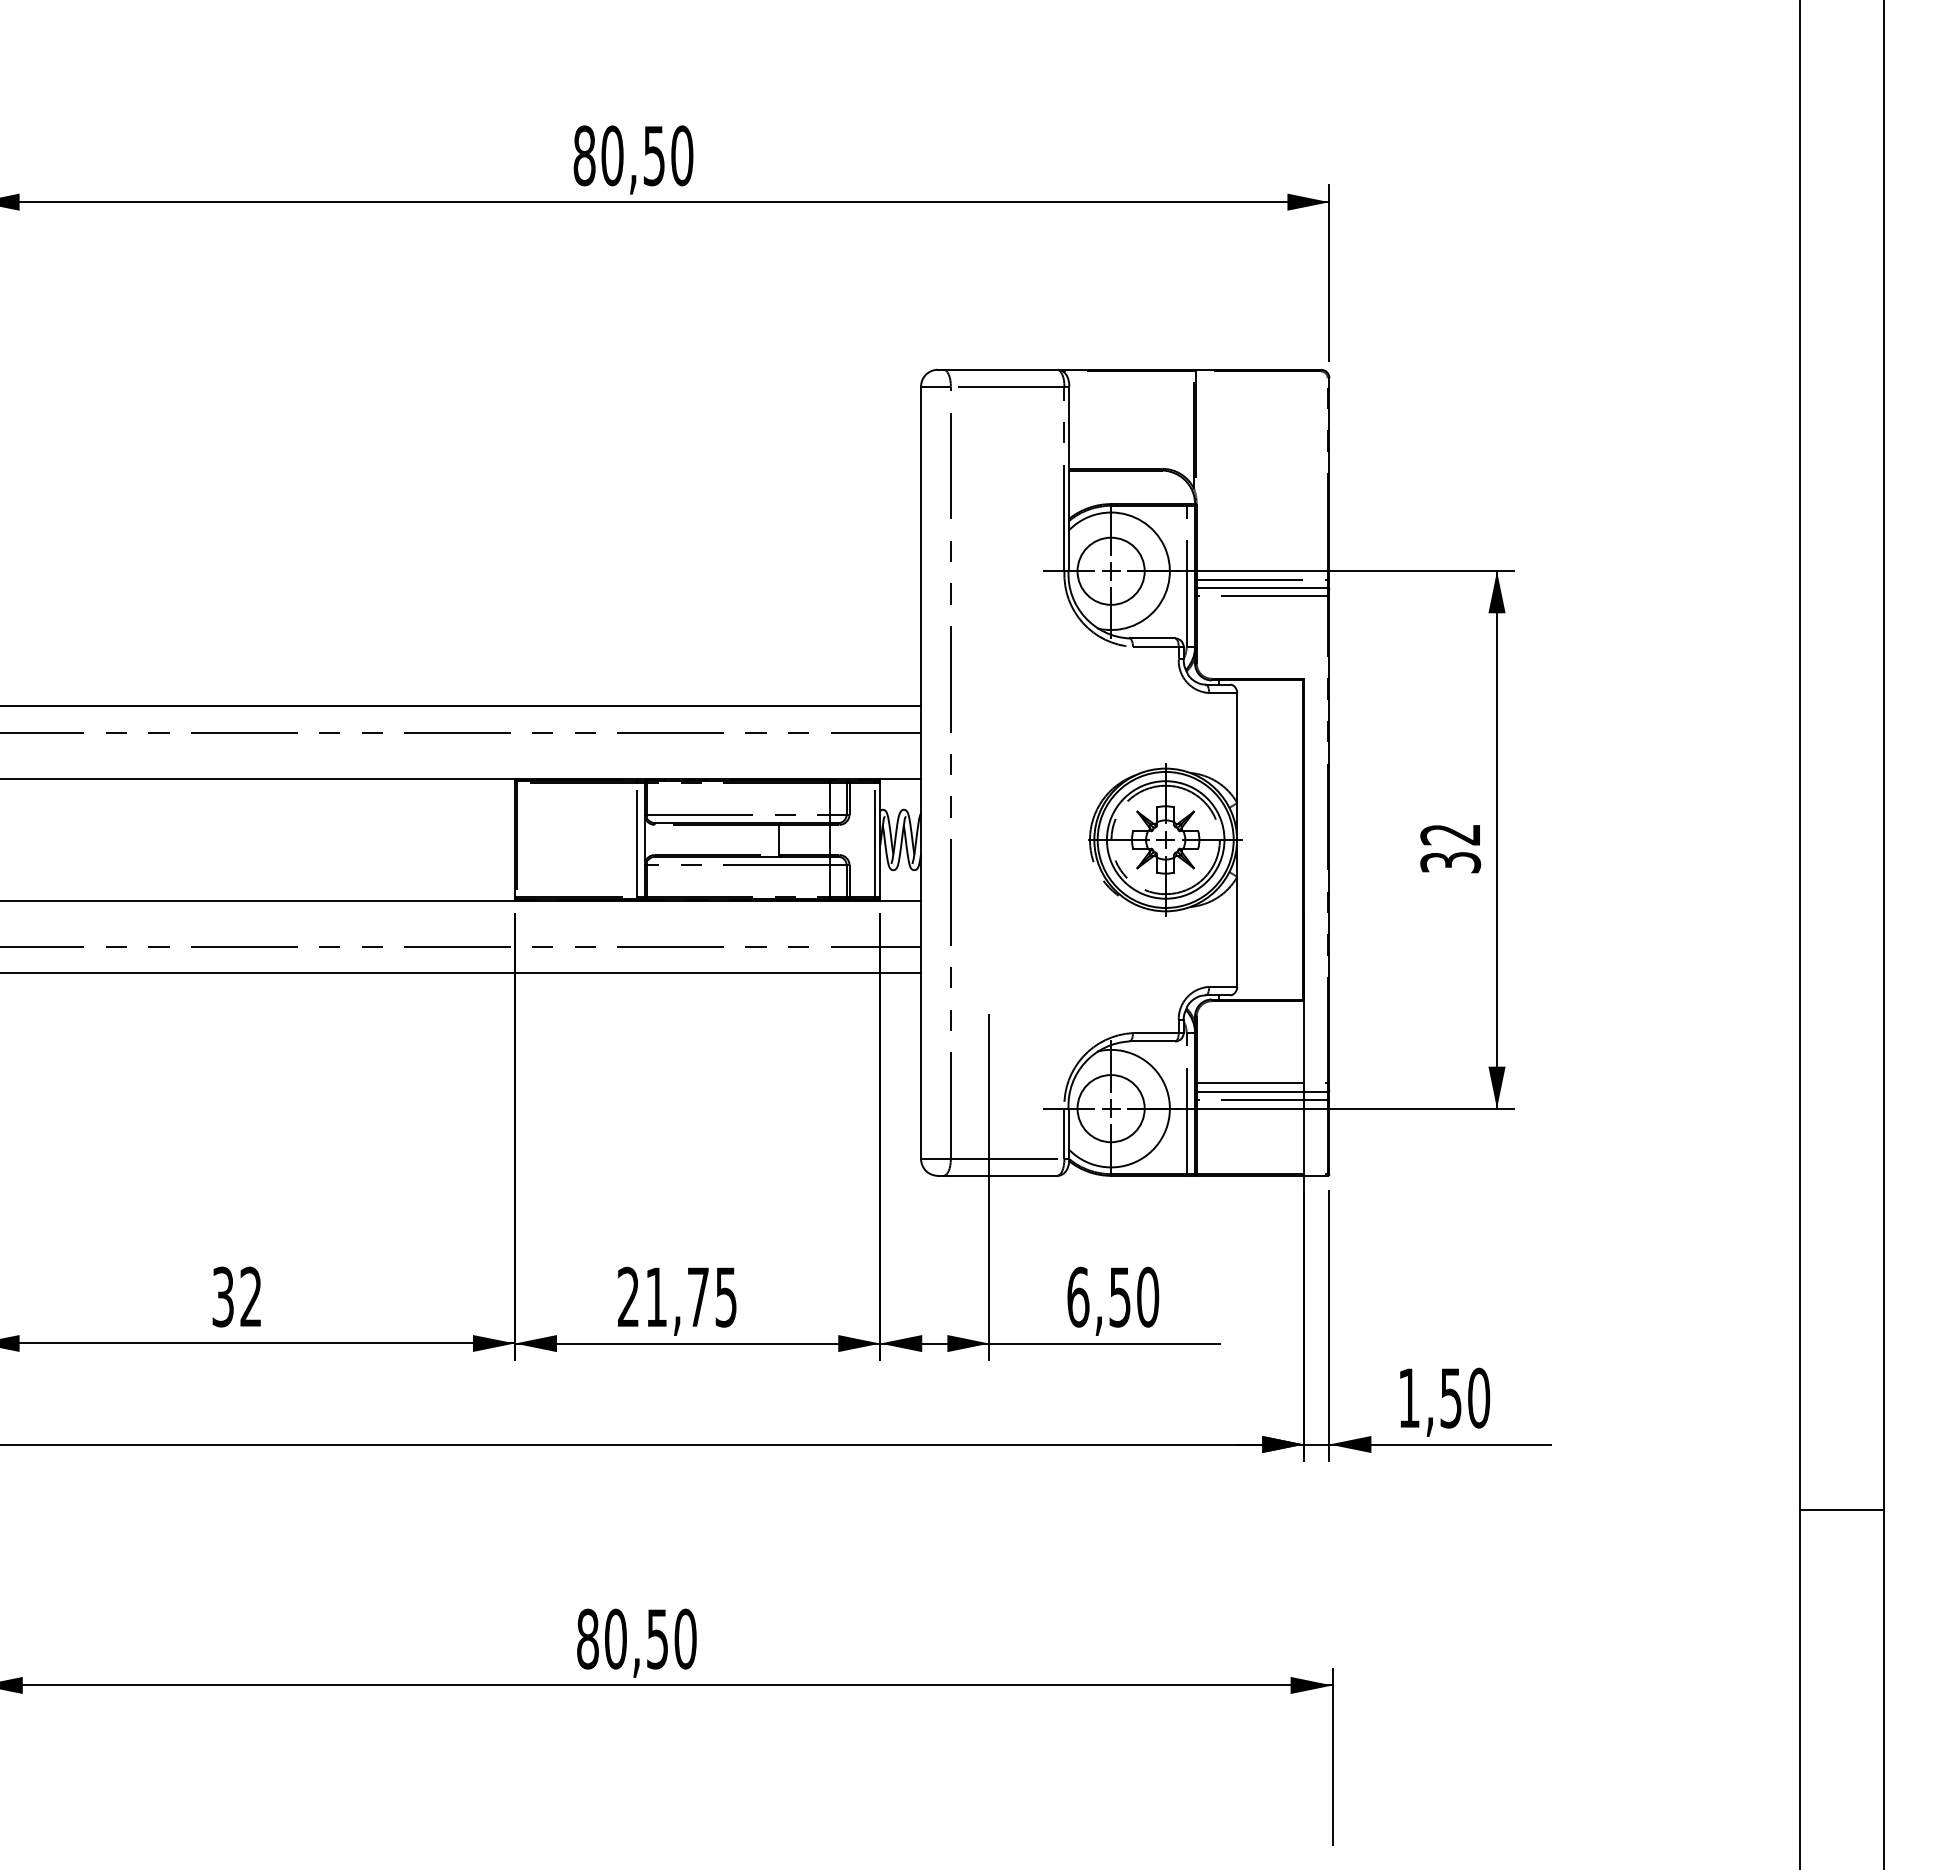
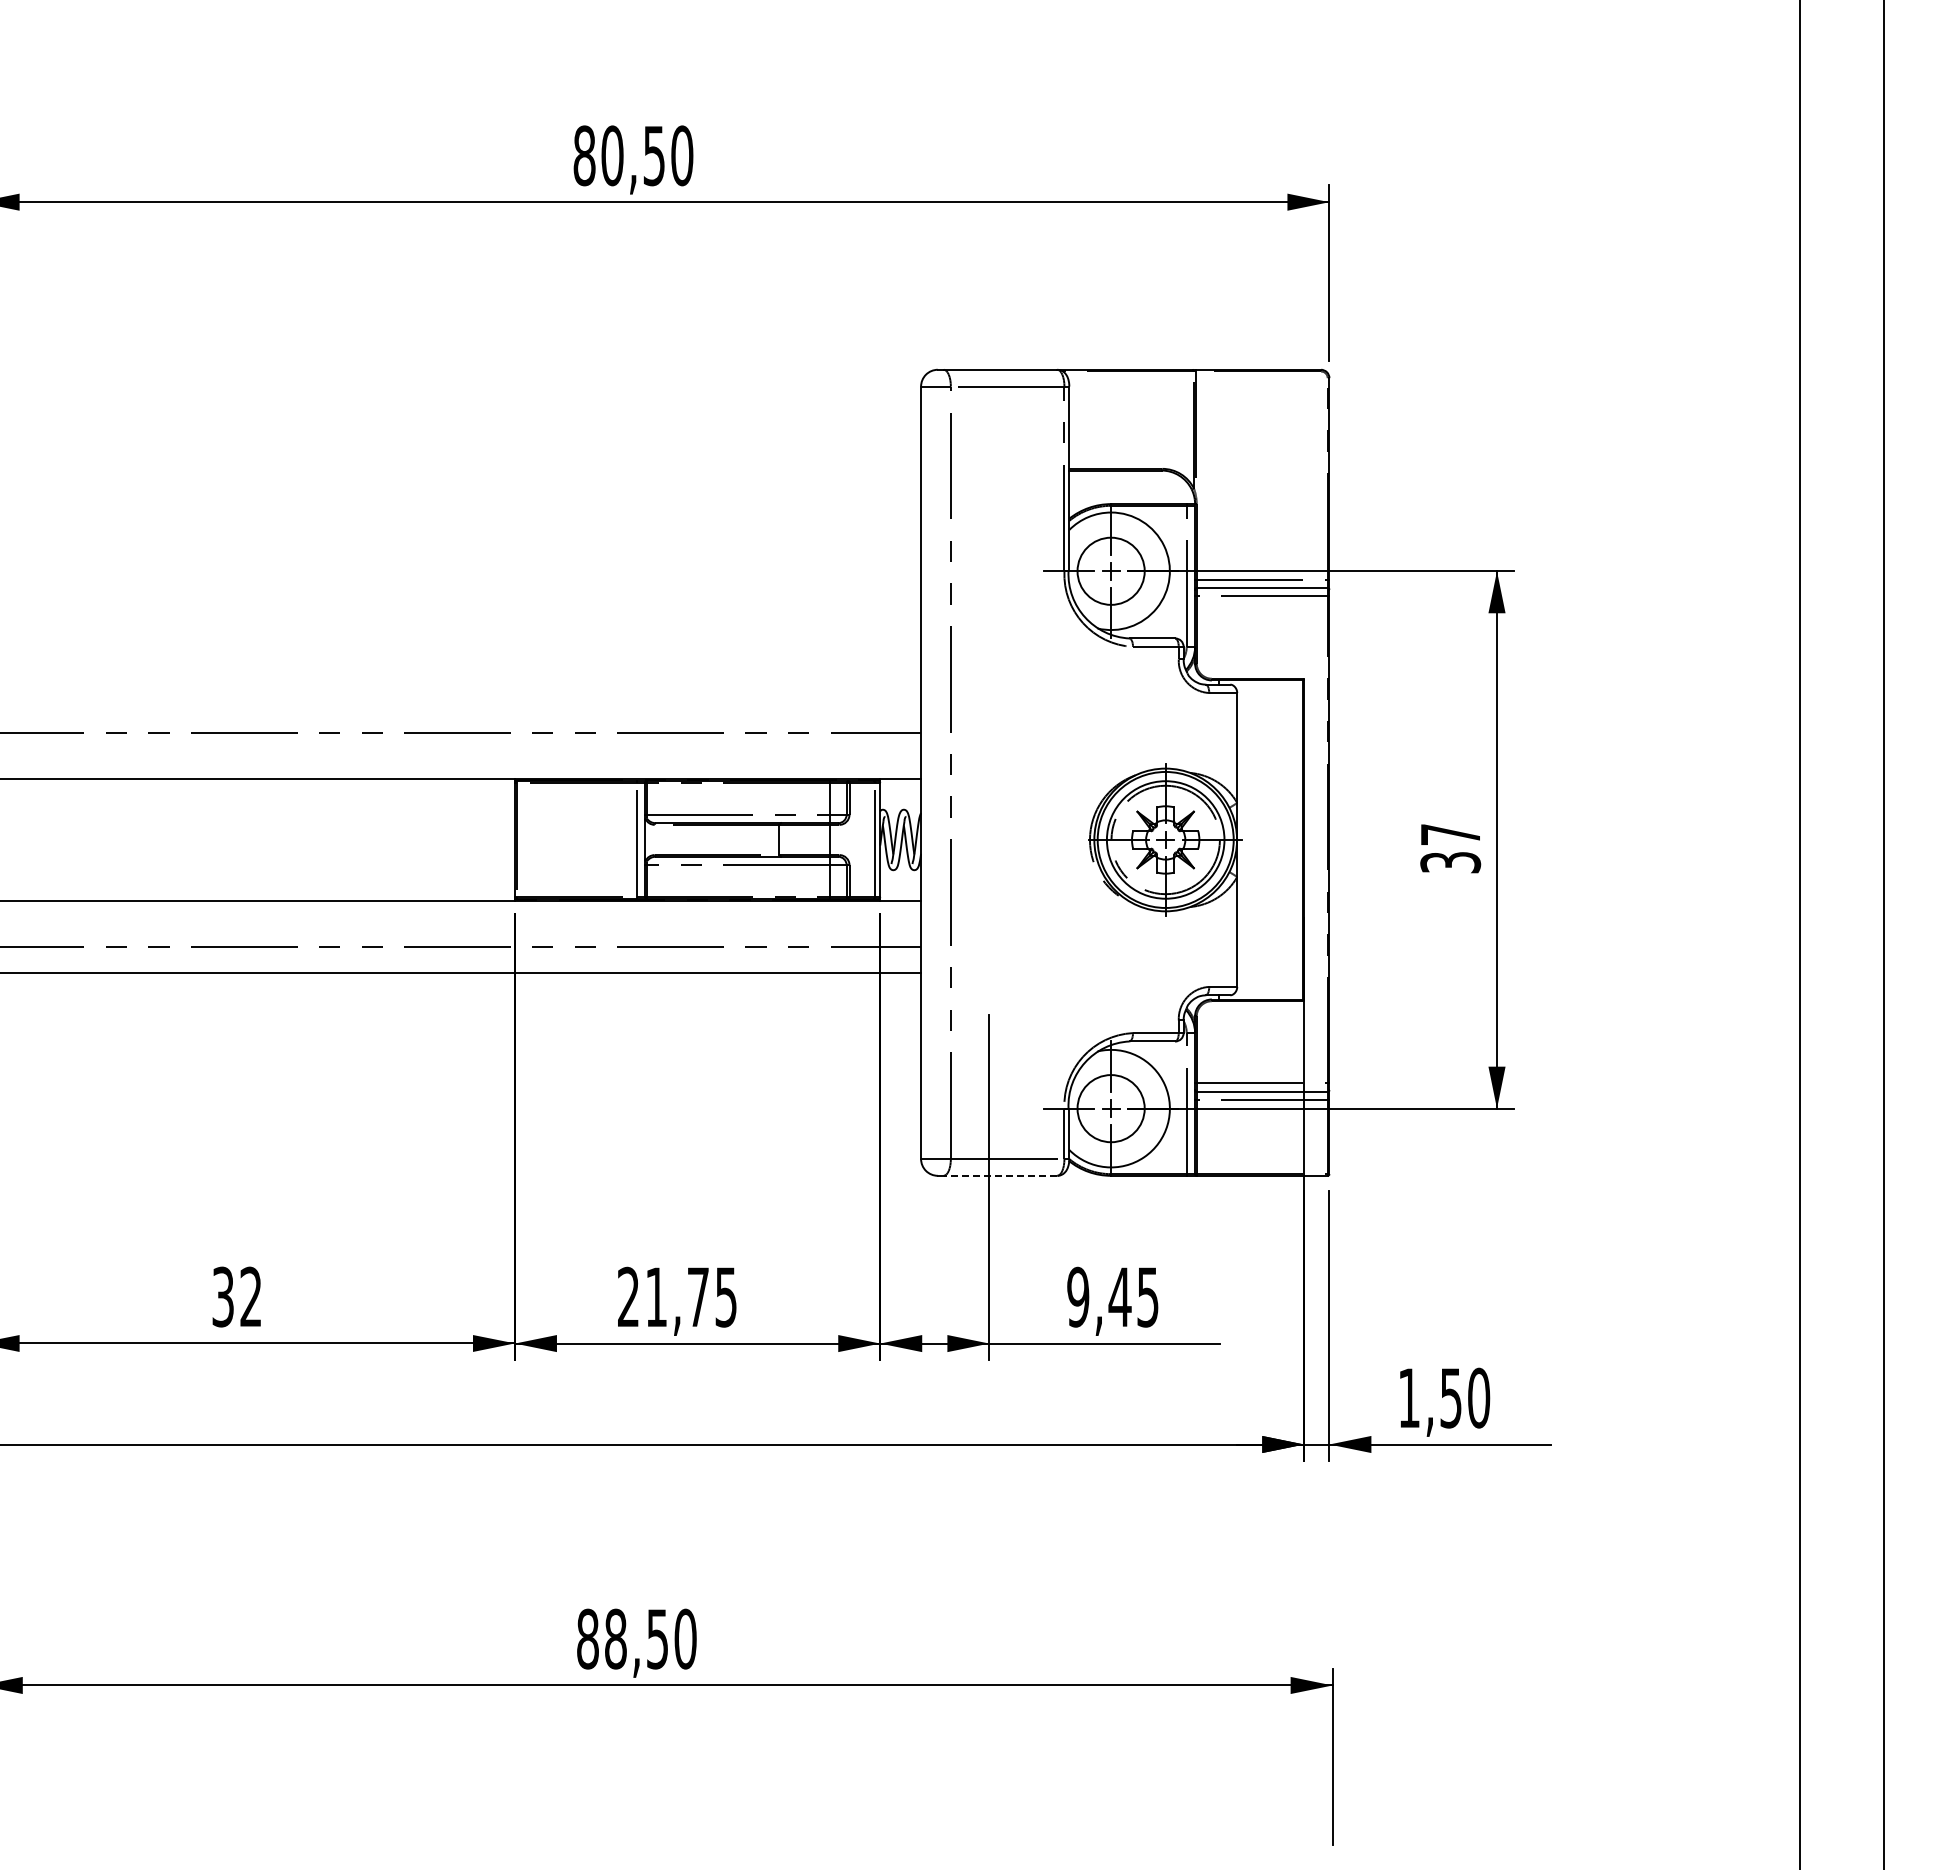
line at (461, 706): present -> none
text at (1449, 834): 32 -> 37
line at (1000, 1175): solid -> dashed
text at (1113, 1296): 6,50 -> 9,45
line at (1841, 1509): present -> none
text at (615, 1639): 80,50 -> 88,50
